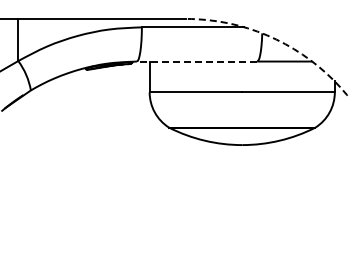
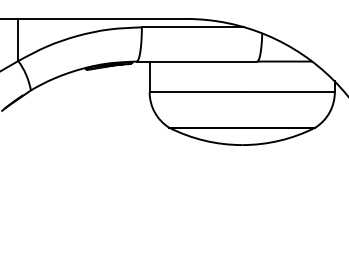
arc at (277, 39): dashed -> solid
line at (196, 61): dashed -> solid
